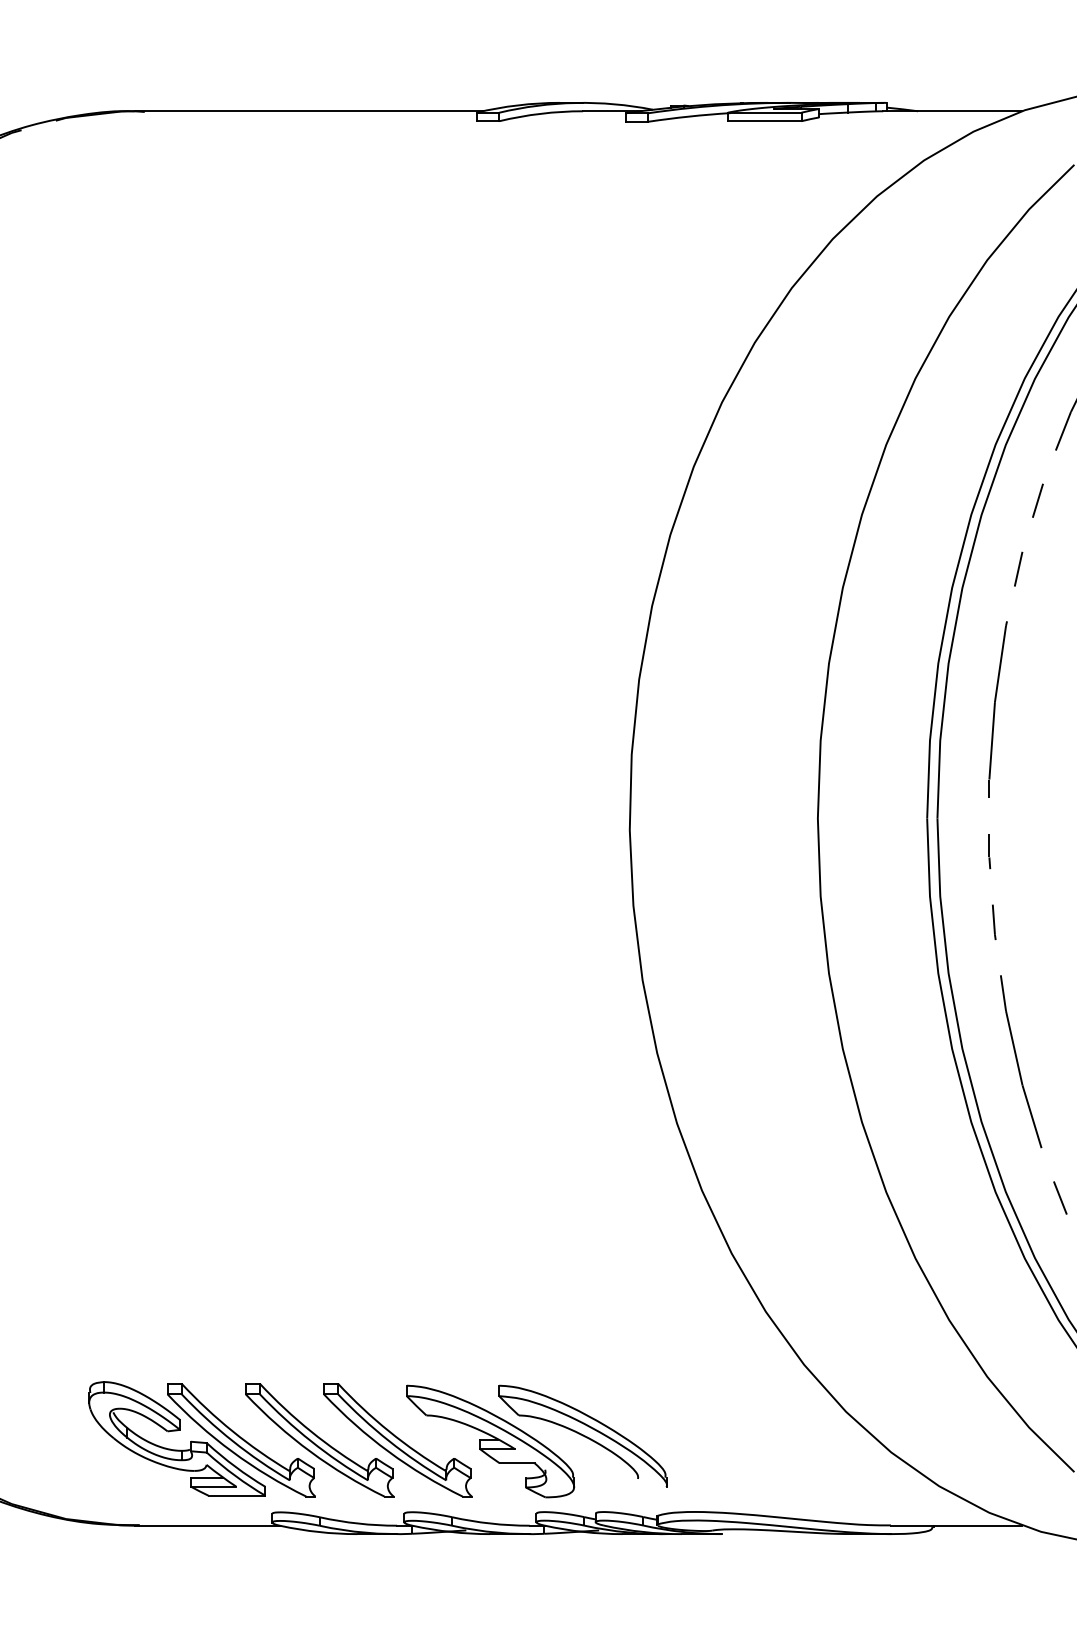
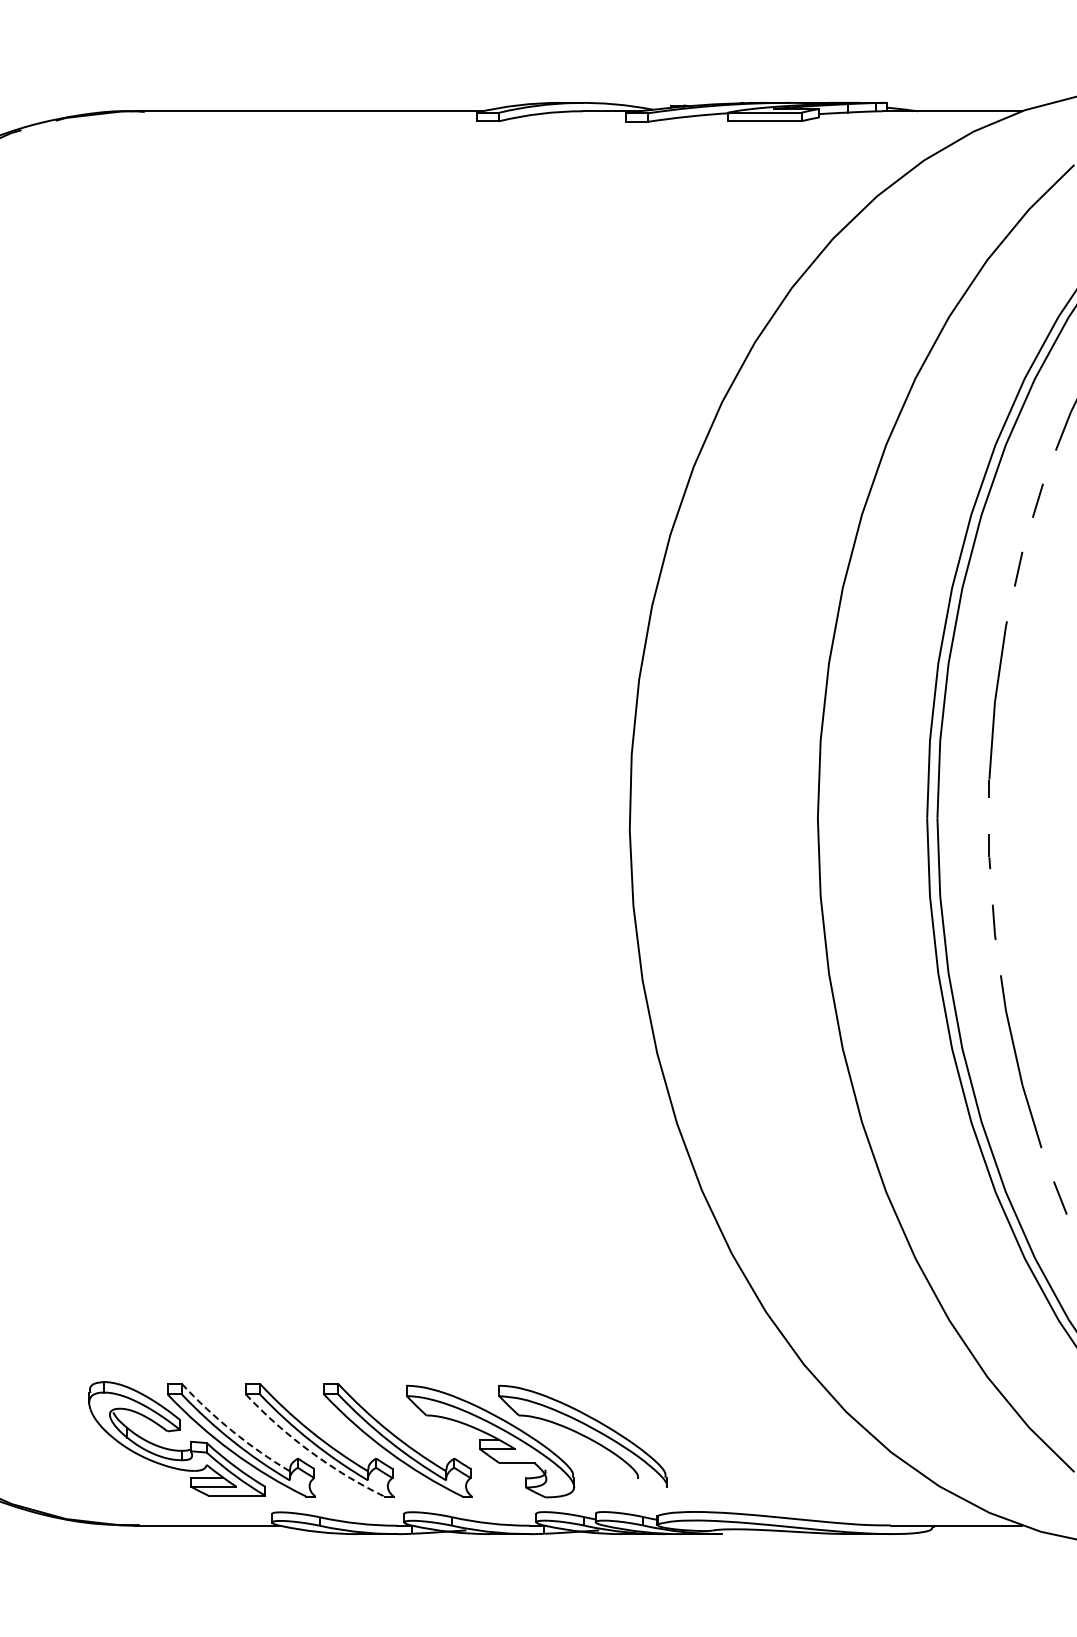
arc at (232, 1431): solid -> dashed
arc at (310, 1451): solid -> dashed
